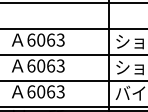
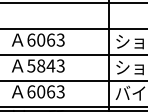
text at (41, 65): 6063 -> 5843
